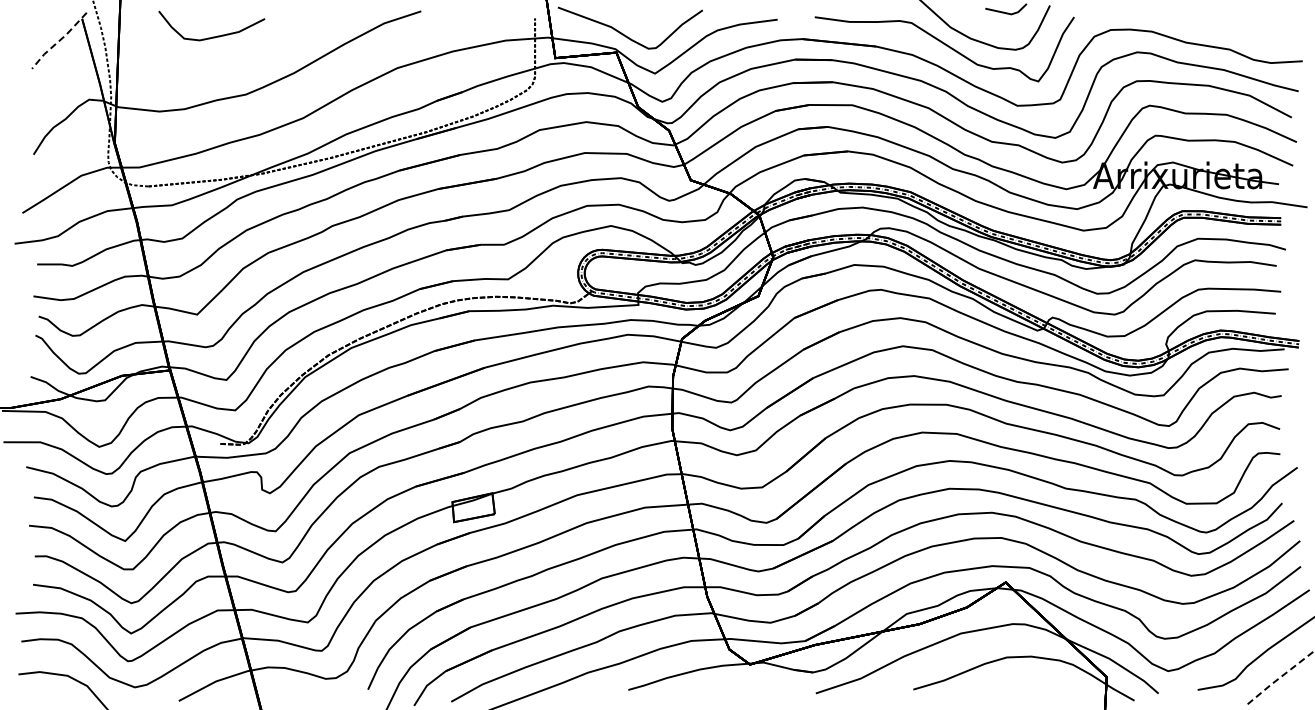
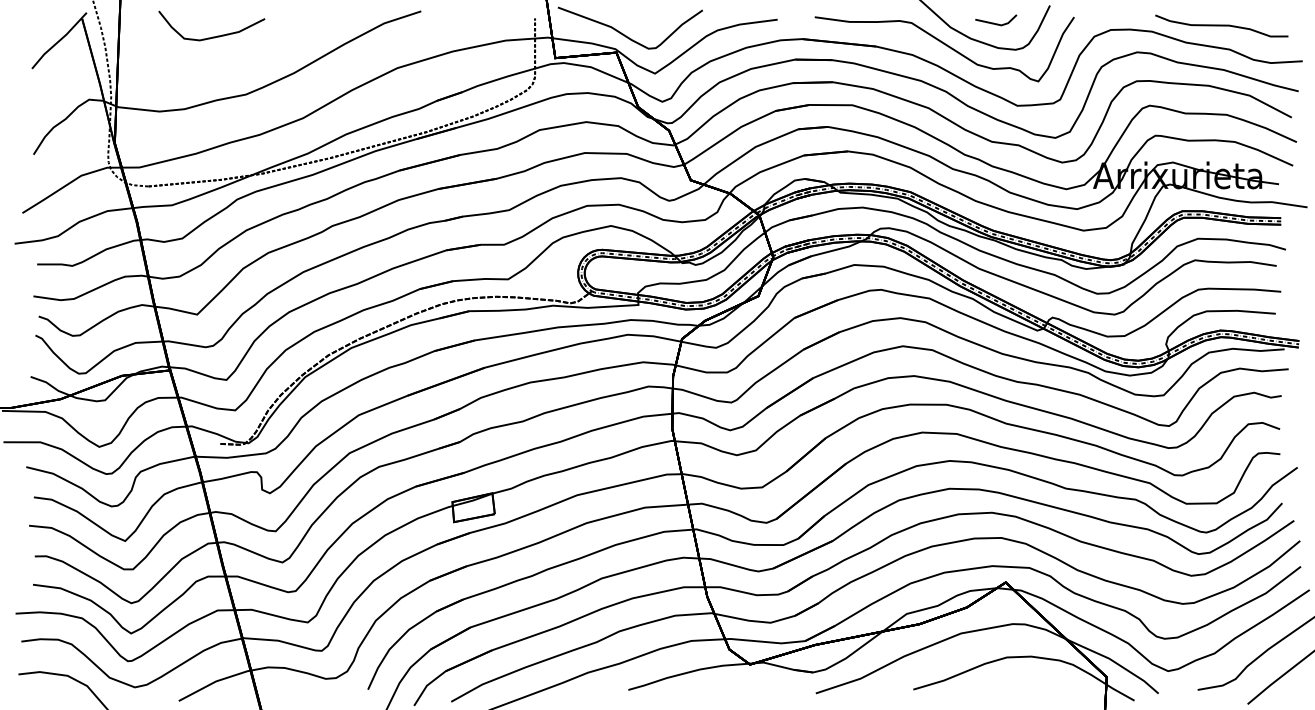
line at (1004, 11) position: (1004, 11) -> (994, 22)
curve at (1221, 25): none -> present
line at (59, 41): dashed -> solid
line at (1280, 677): dashed -> solid
